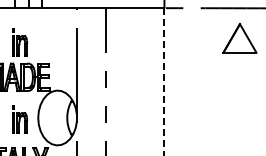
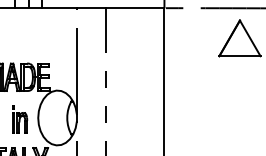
part at (239, 38) size: 36x31 px -> 44x39 px
part at (20, 42): present -> none
line at (164, 82): dashed -> solid
